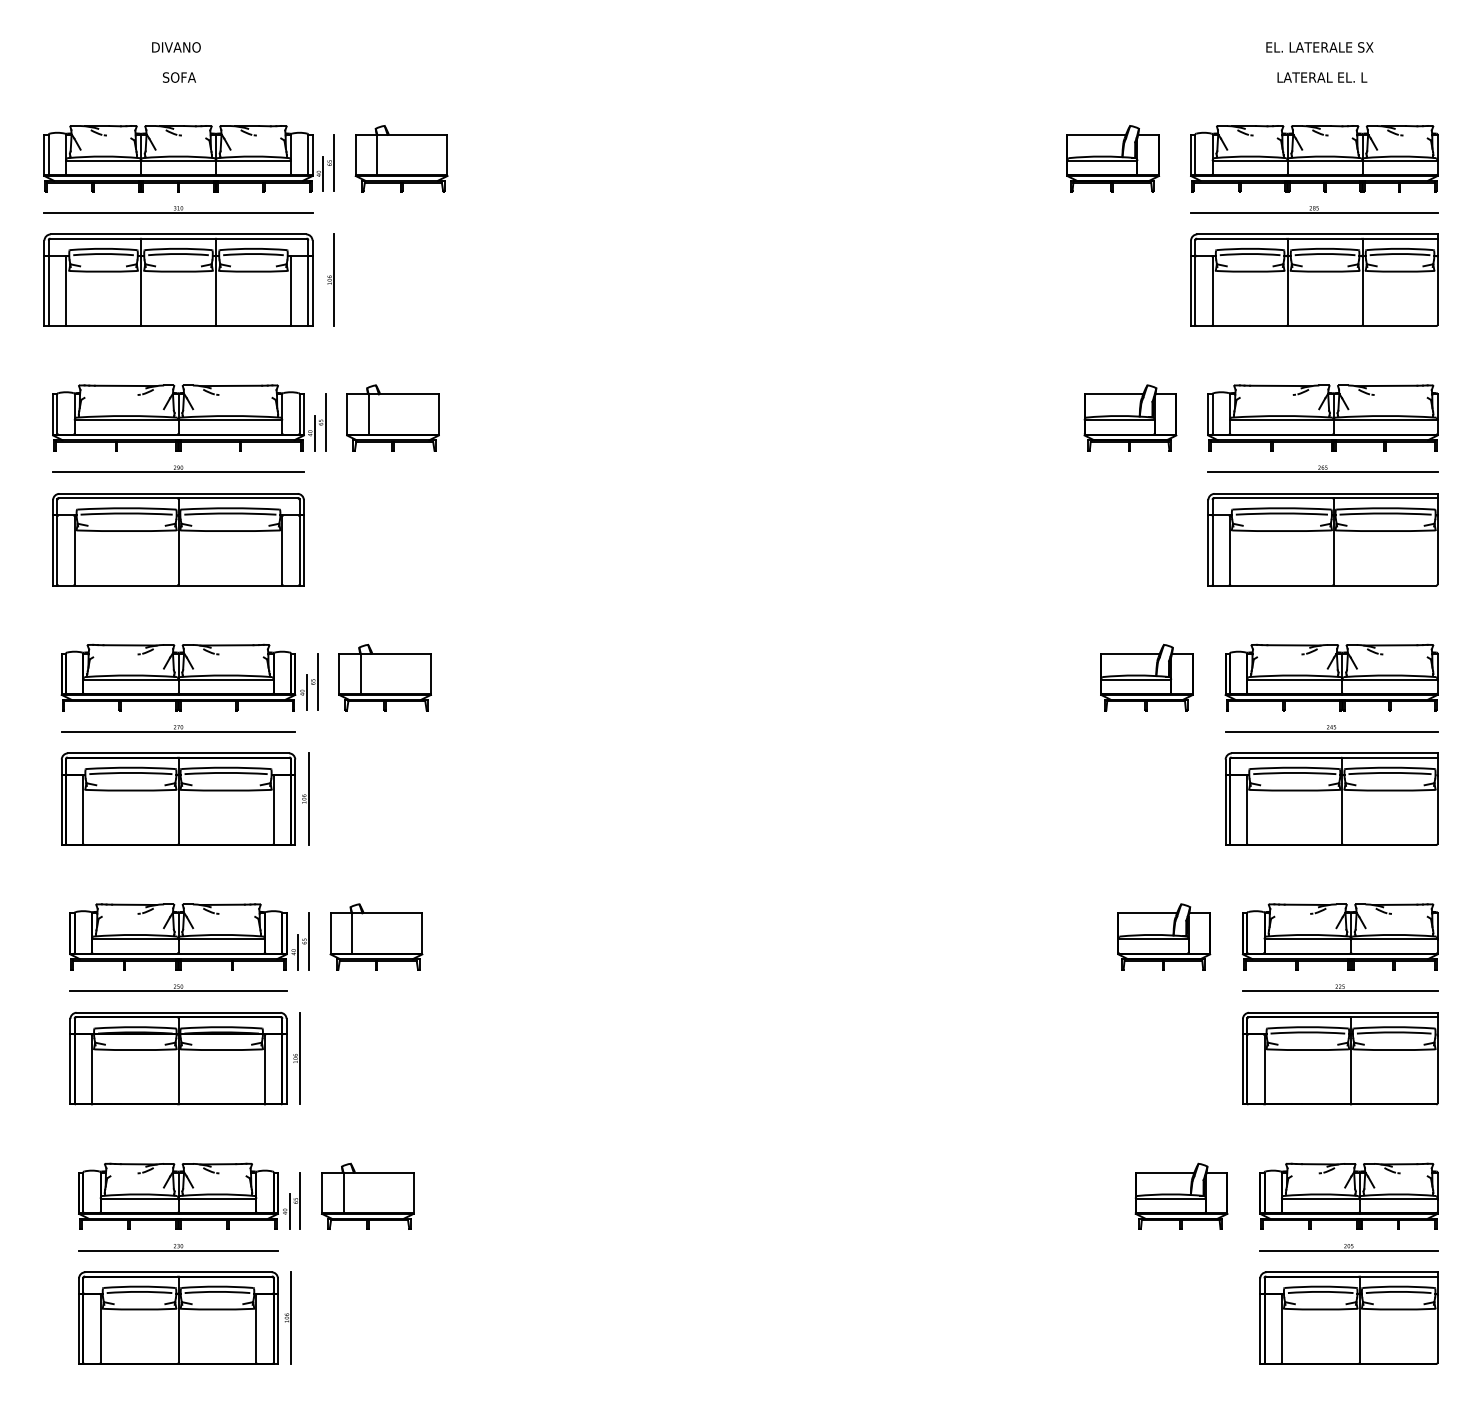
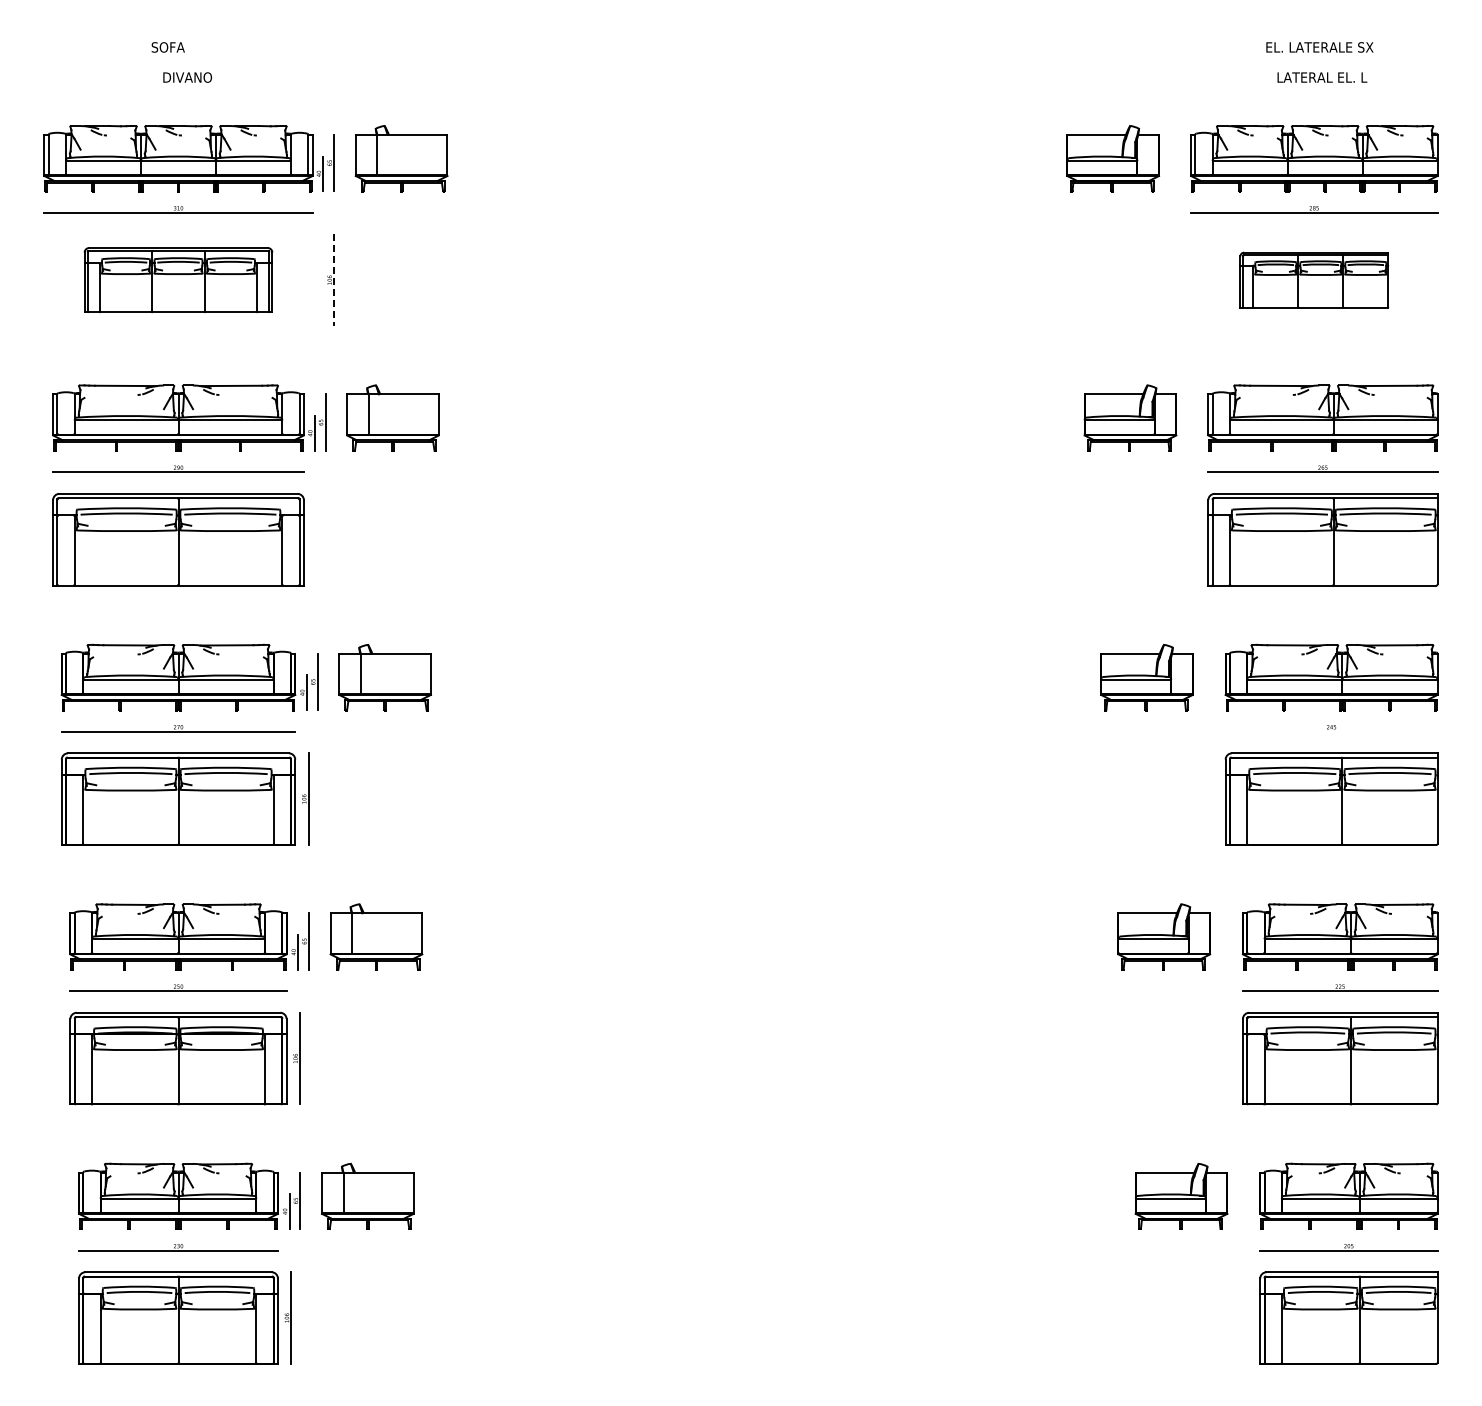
text at (175, 47): DIVANO -> SOFA
text at (187, 77): SOFA -> DIVANO
part at (178, 279) size: 271x94 px -> 191x67 px
part at (1314, 279) size: 249x94 px -> 151x58 px
line at (334, 280): solid -> dashed
line at (1331, 731): present -> none
